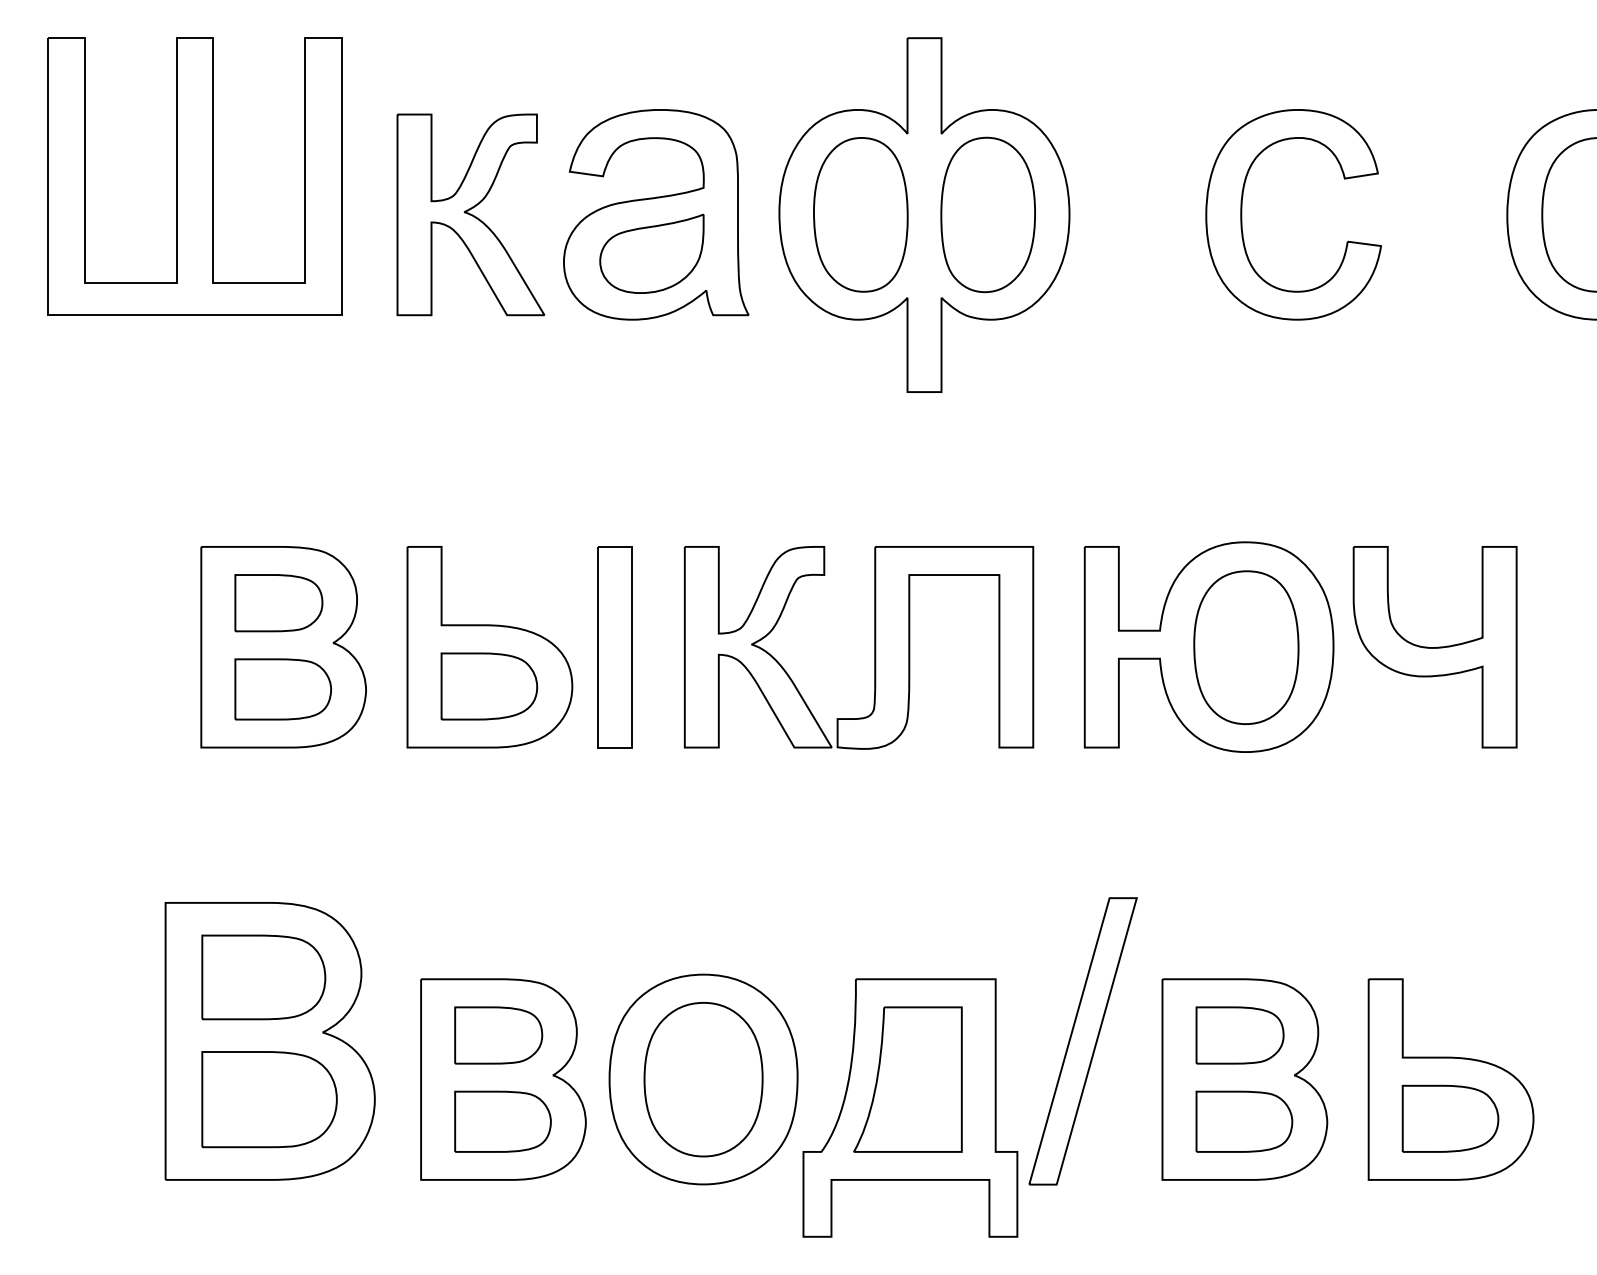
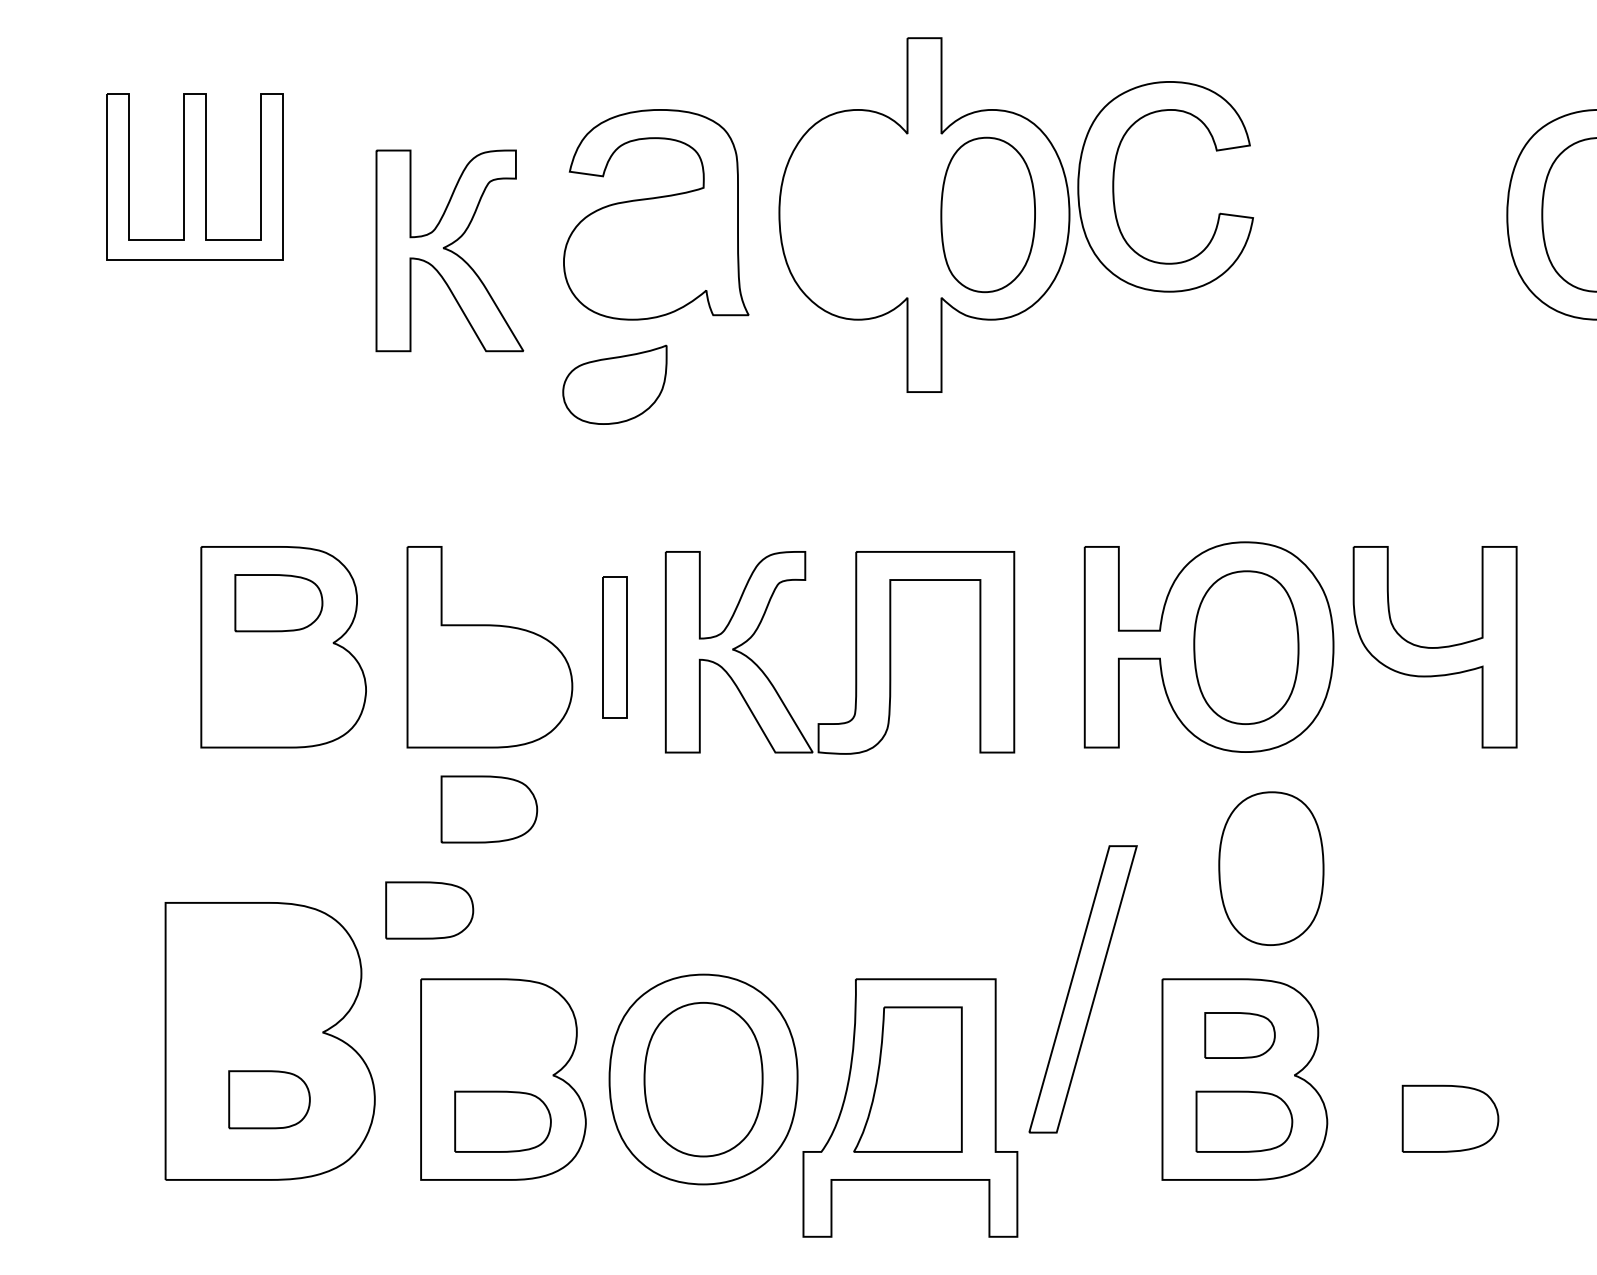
part at (194, 176) size: 296x279 px -> 178x168 px
part at (470, 214) position: (470, 214) -> (449, 250)
part at (860, 214): present -> none
part at (1242, 214) position: (1242, 214) -> (1114, 186)
part at (651, 253) position: (651, 253) -> (614, 384)
part at (614, 647) size: 36x203 px -> 26x143 px
part at (874, 647) position: (874, 647) -> (855, 652)
part at (489, 686) position: (489, 686) -> (489, 809)
part at (282, 689): present -> none
part at (1271, 868): none -> present
part at (263, 977): present -> none
part at (498, 1035) position: (498, 1035) -> (429, 910)
part at (1239, 1035) size: 90x59 px -> 72x47 px
part at (1082, 1041) position: (1082, 1041) -> (1082, 989)
part at (1450, 1079): present -> none
part at (269, 1099) size: 137x98 px -> 83x60 px
